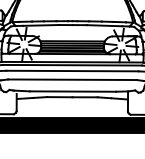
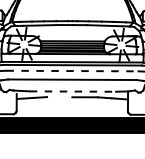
line at (72, 71): solid -> dashed
line at (73, 91): solid -> dashed
line at (59, 97): present -> none
